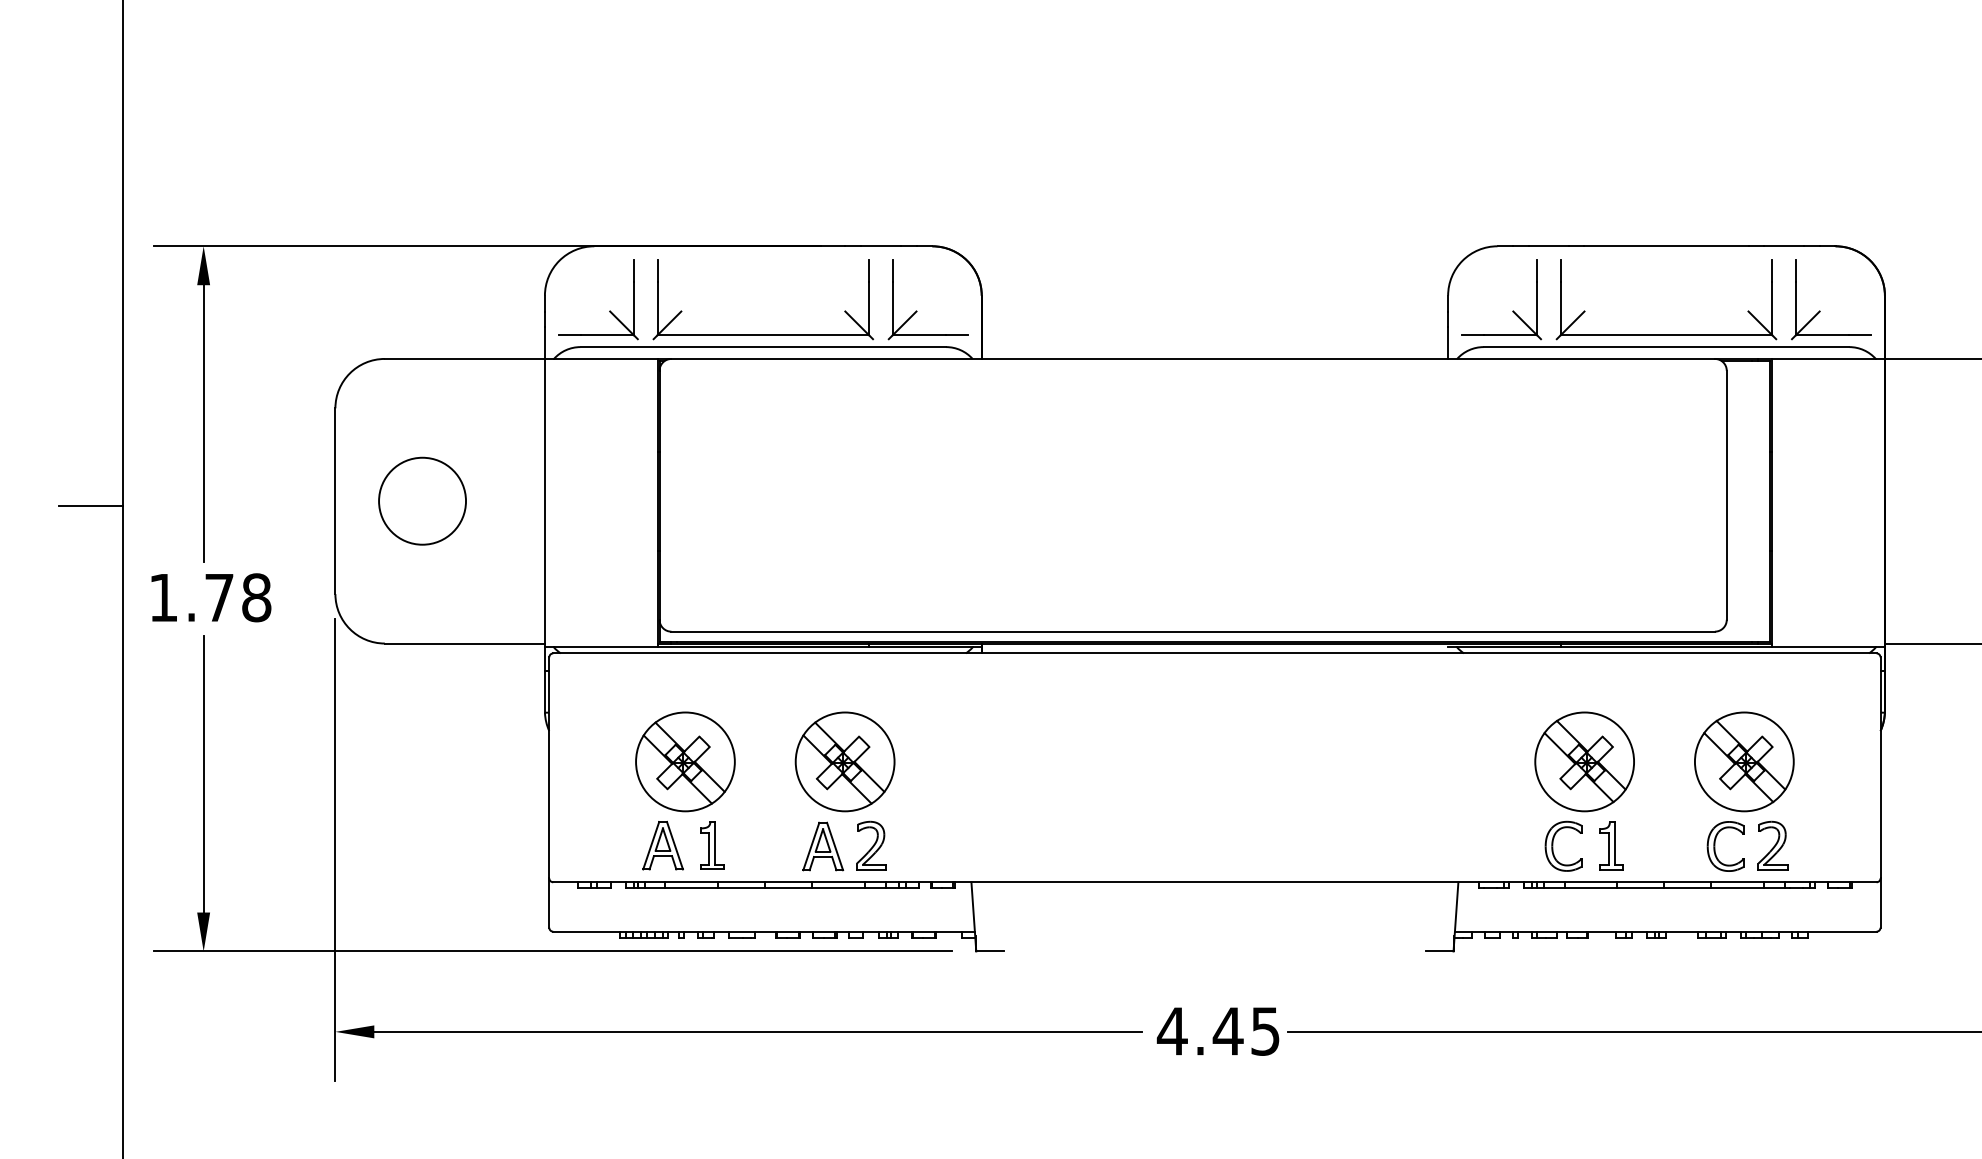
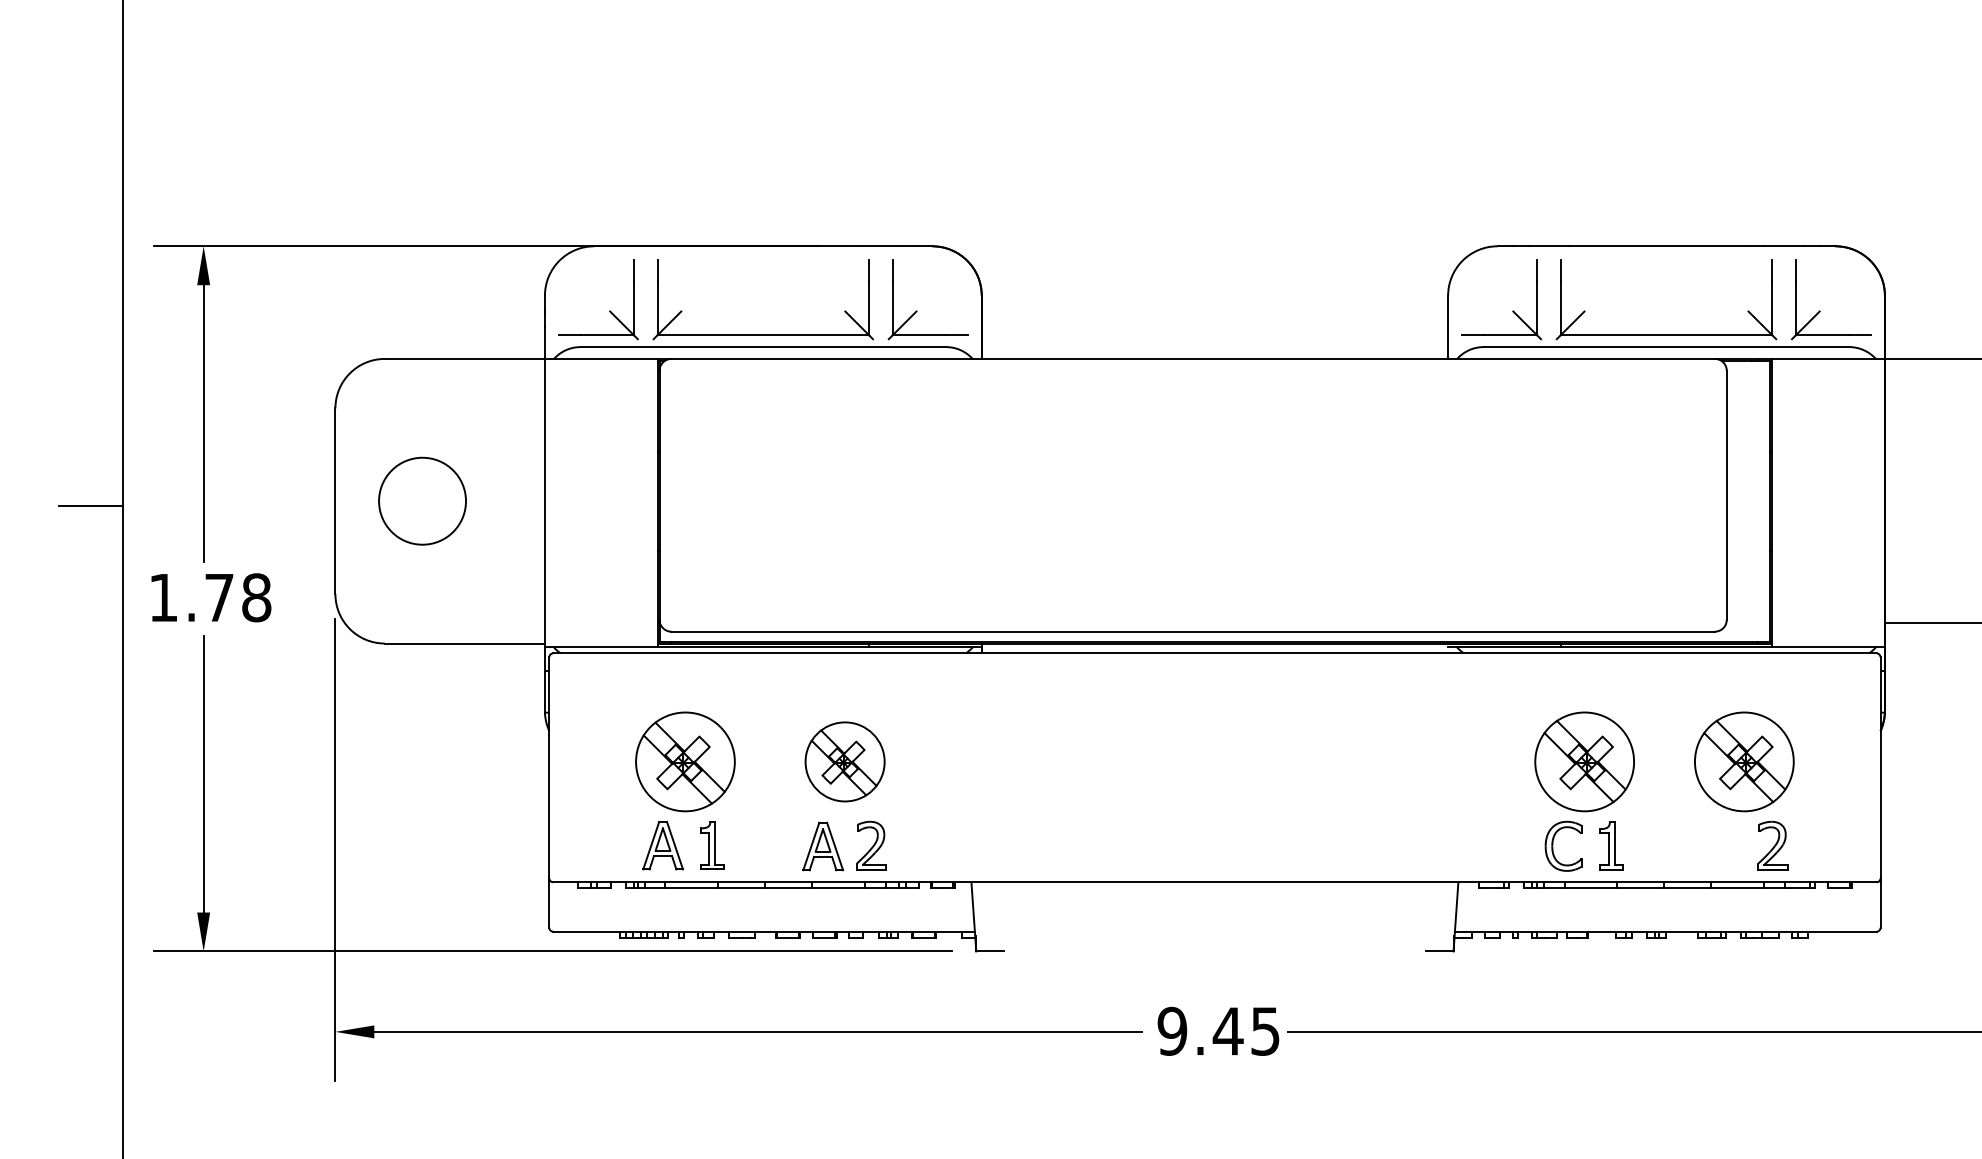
line at (1931, 643) position: (1931, 643) -> (1931, 622)
part at (844, 761) size: 102x102 px -> 82x82 px
part at (1715, 846): present -> none
text at (1171, 1030): 4.45 -> 9.45
